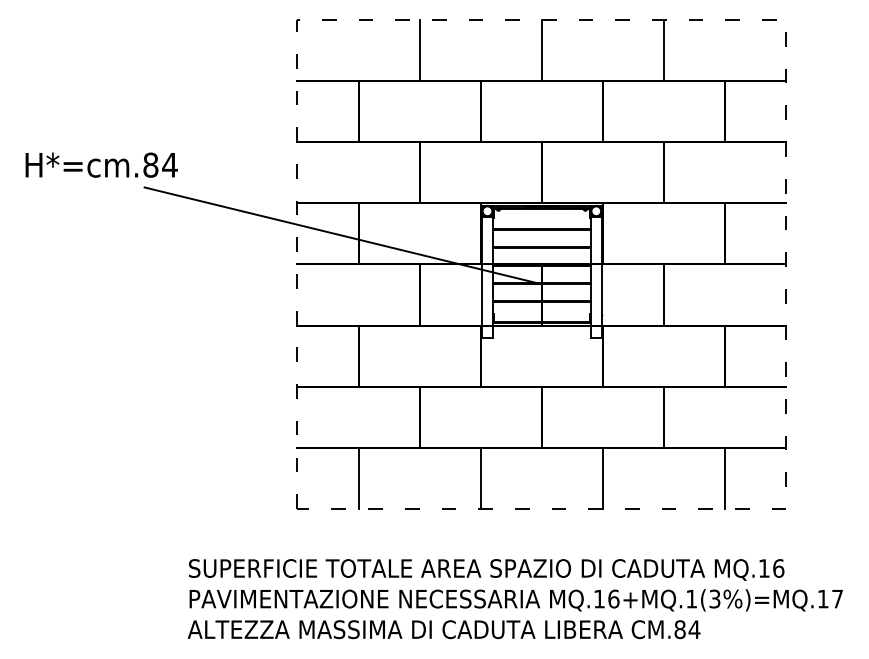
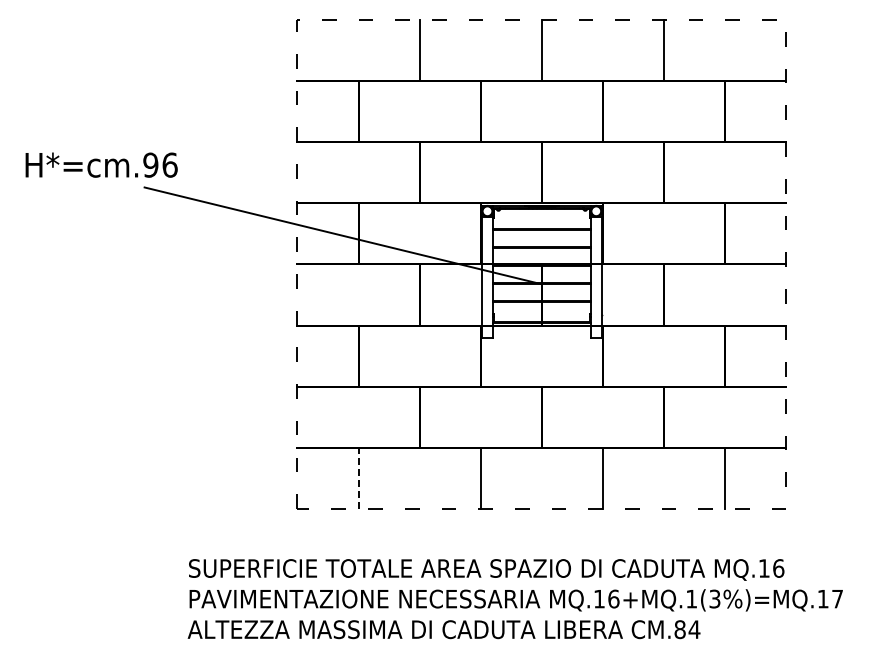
text at (160, 164): H*=cm.84 -> H*=cm.96
line at (358, 478): solid -> dashed
